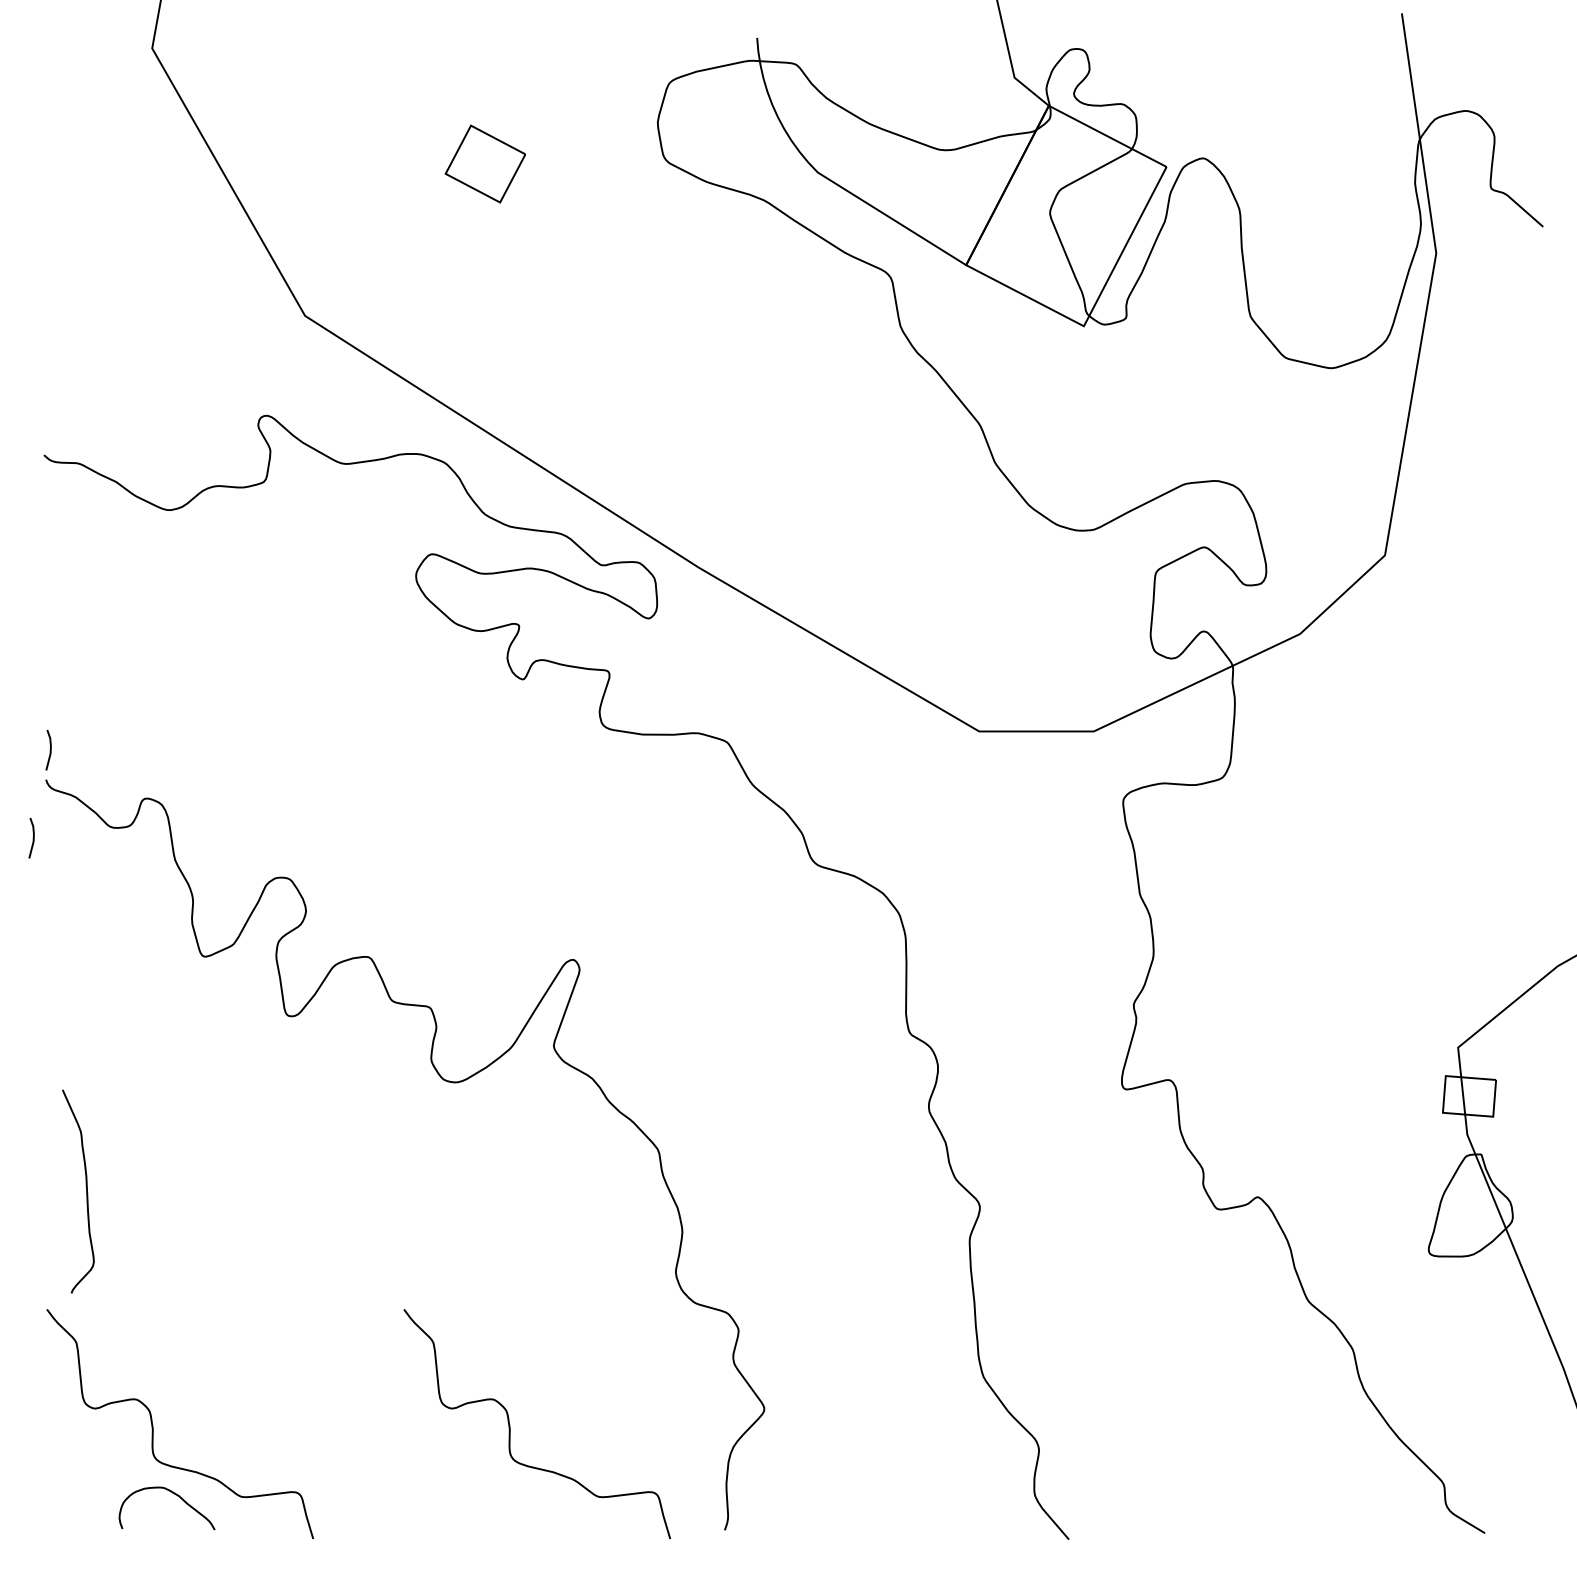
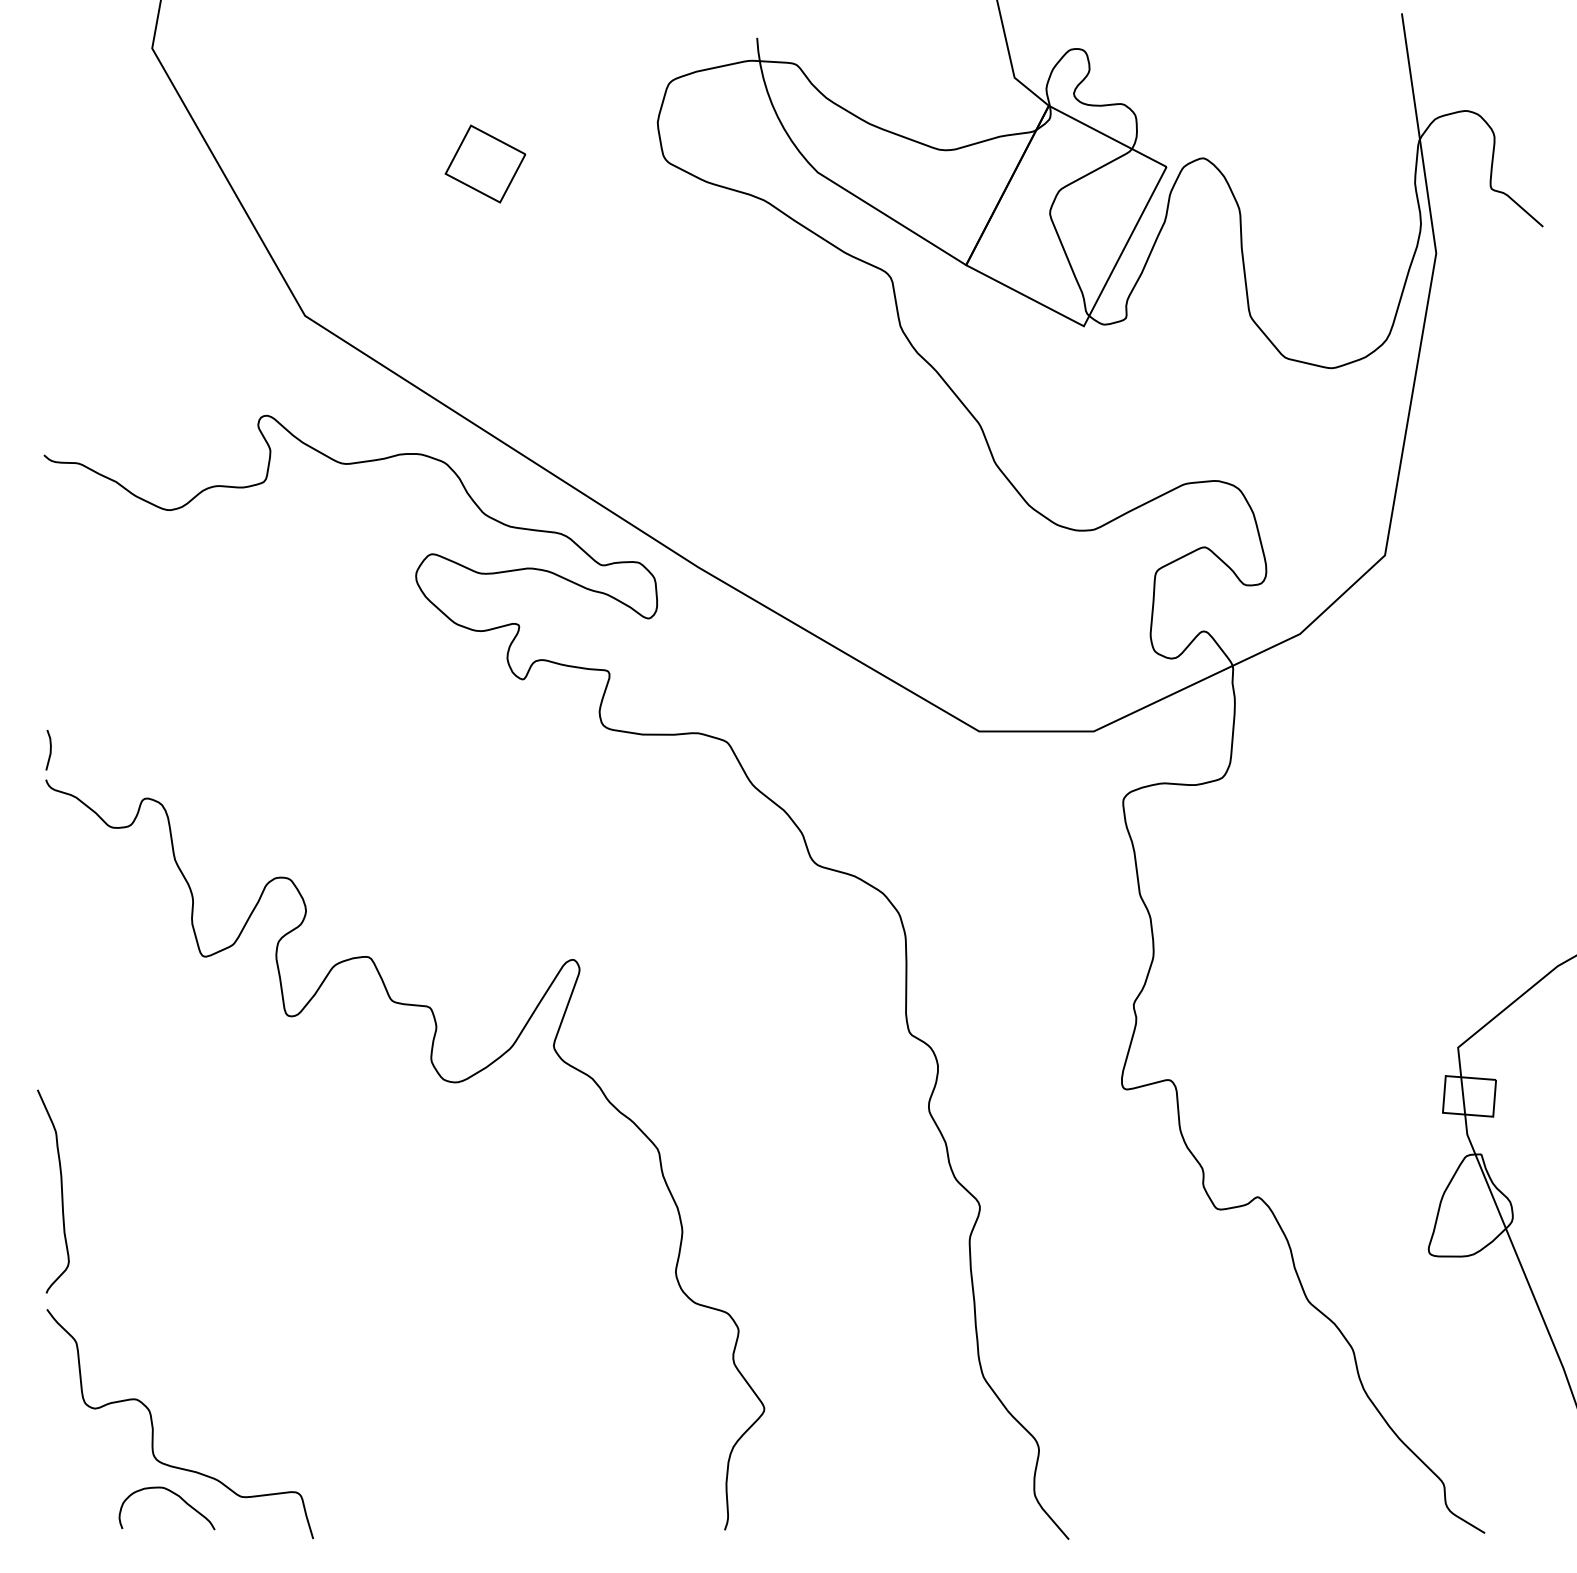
line at (32, 838): present -> none
curve at (86, 1191) position: (86, 1191) -> (61, 1191)
curve at (510, 1424): present -> none
